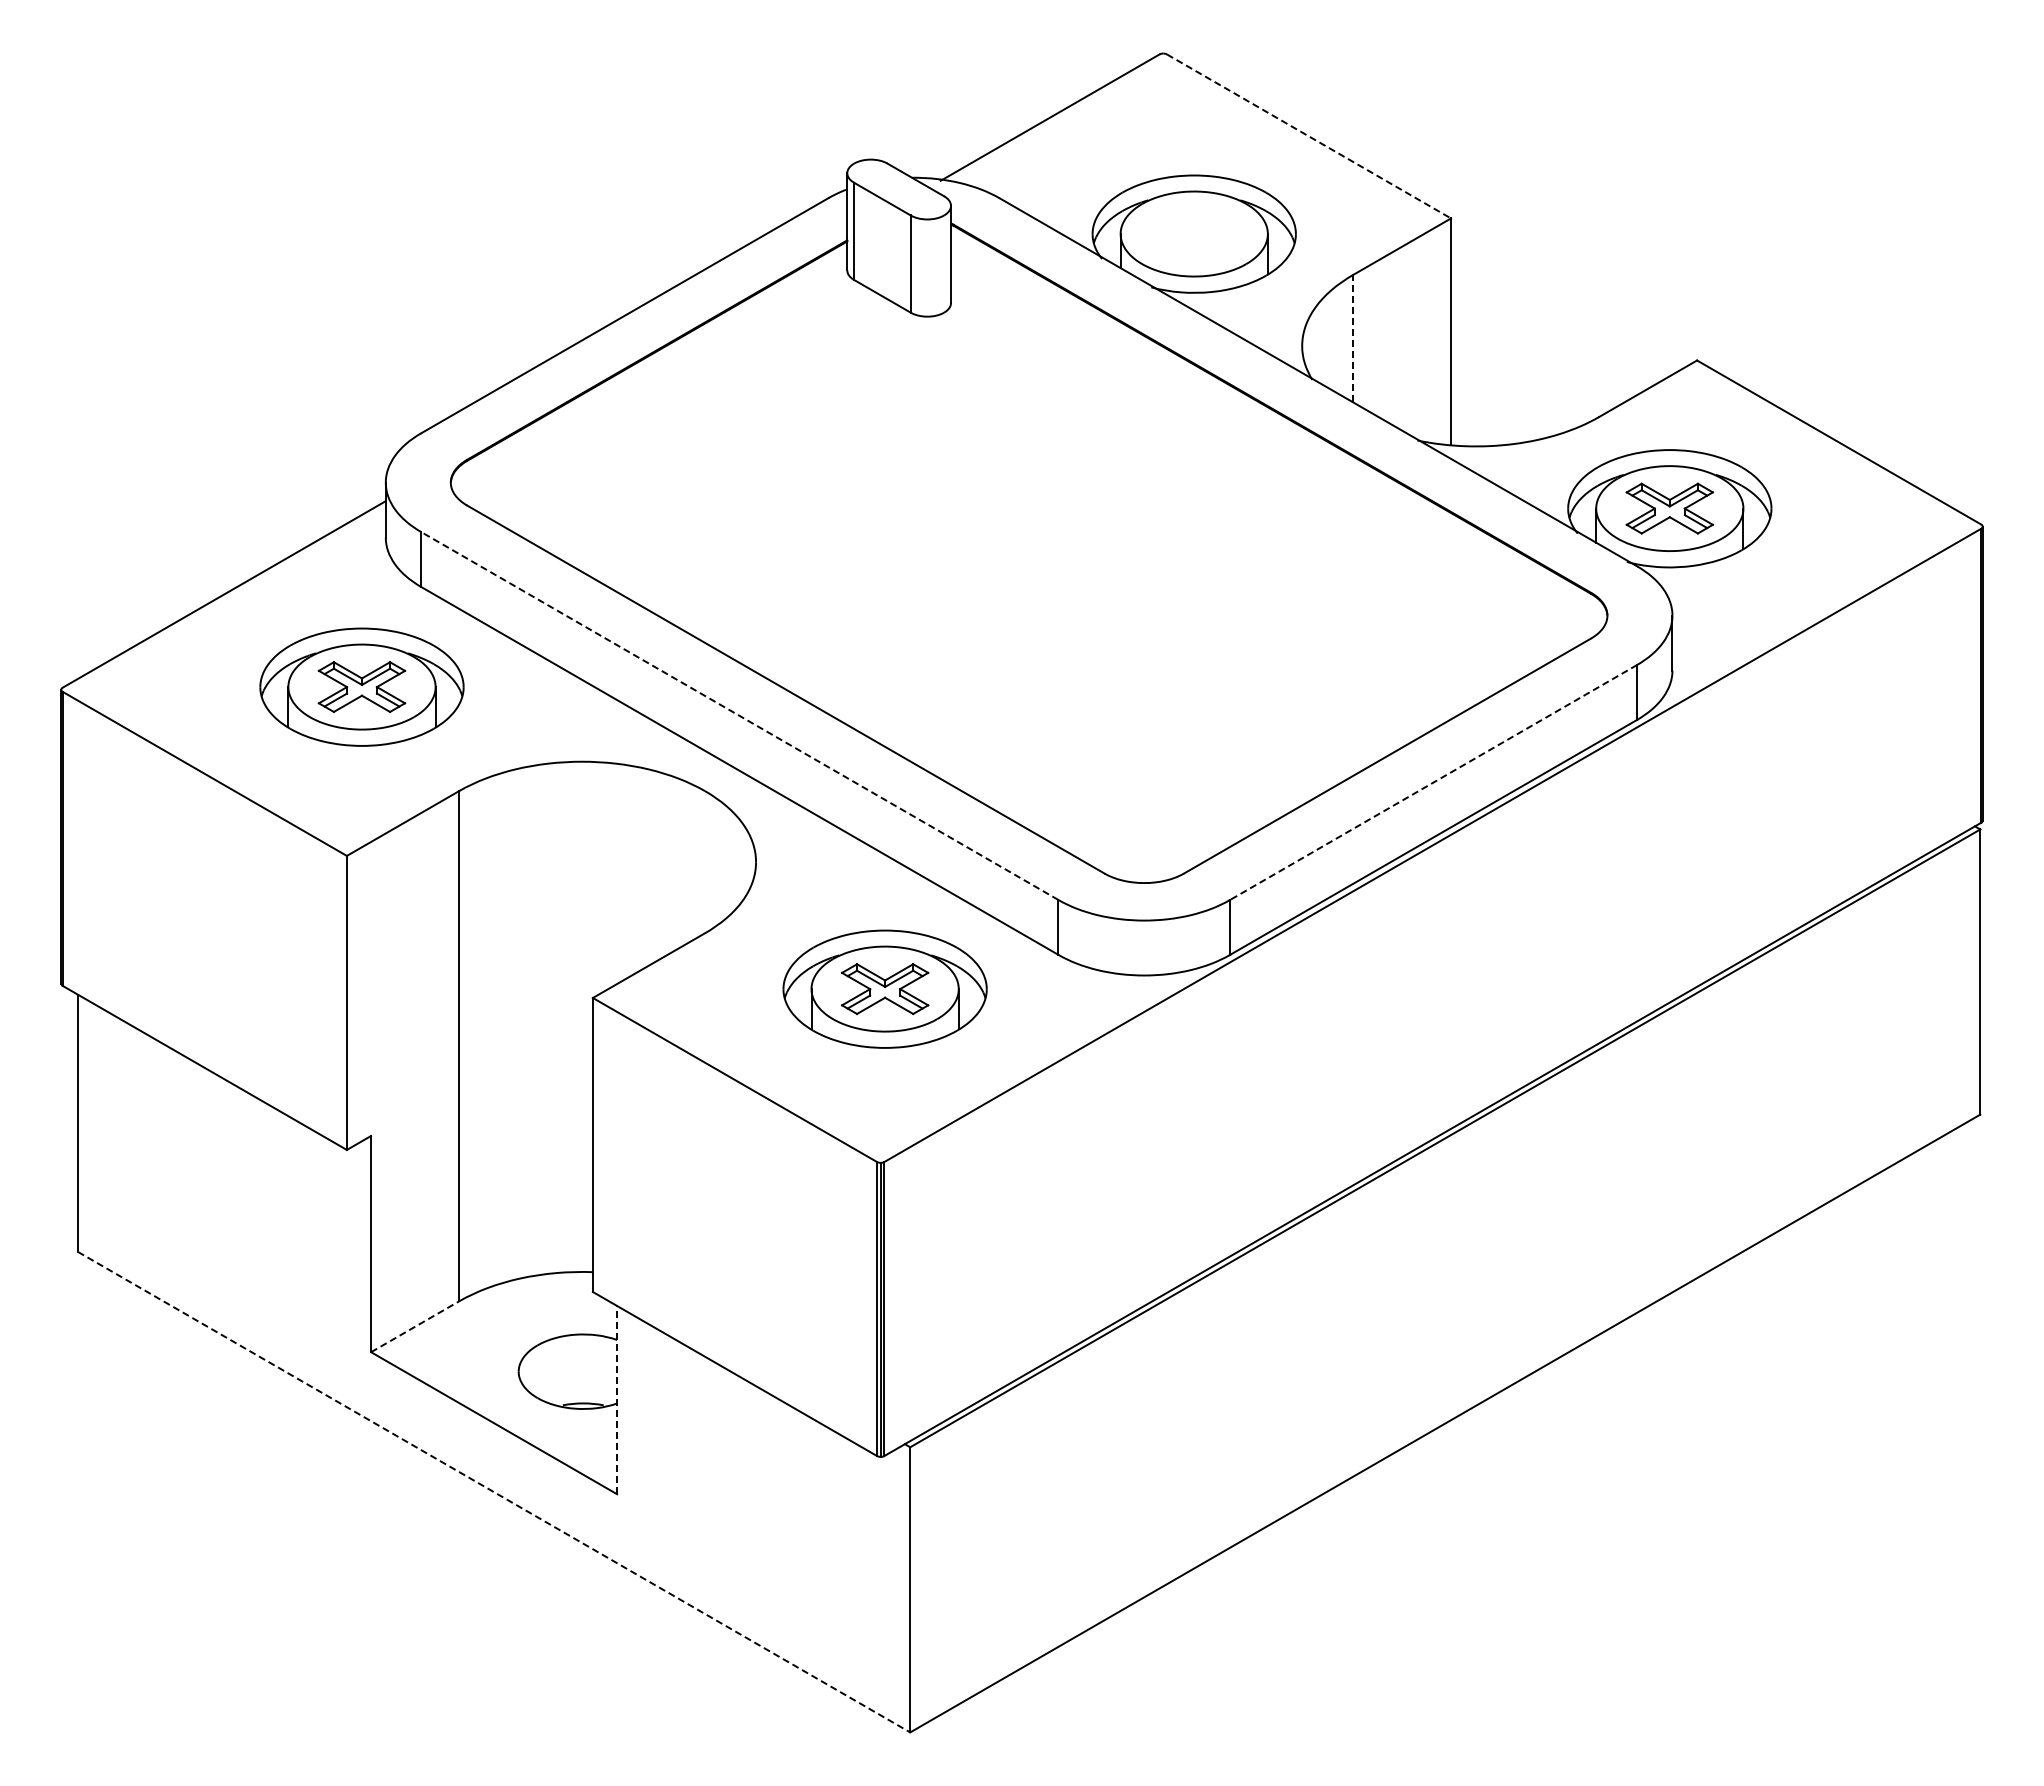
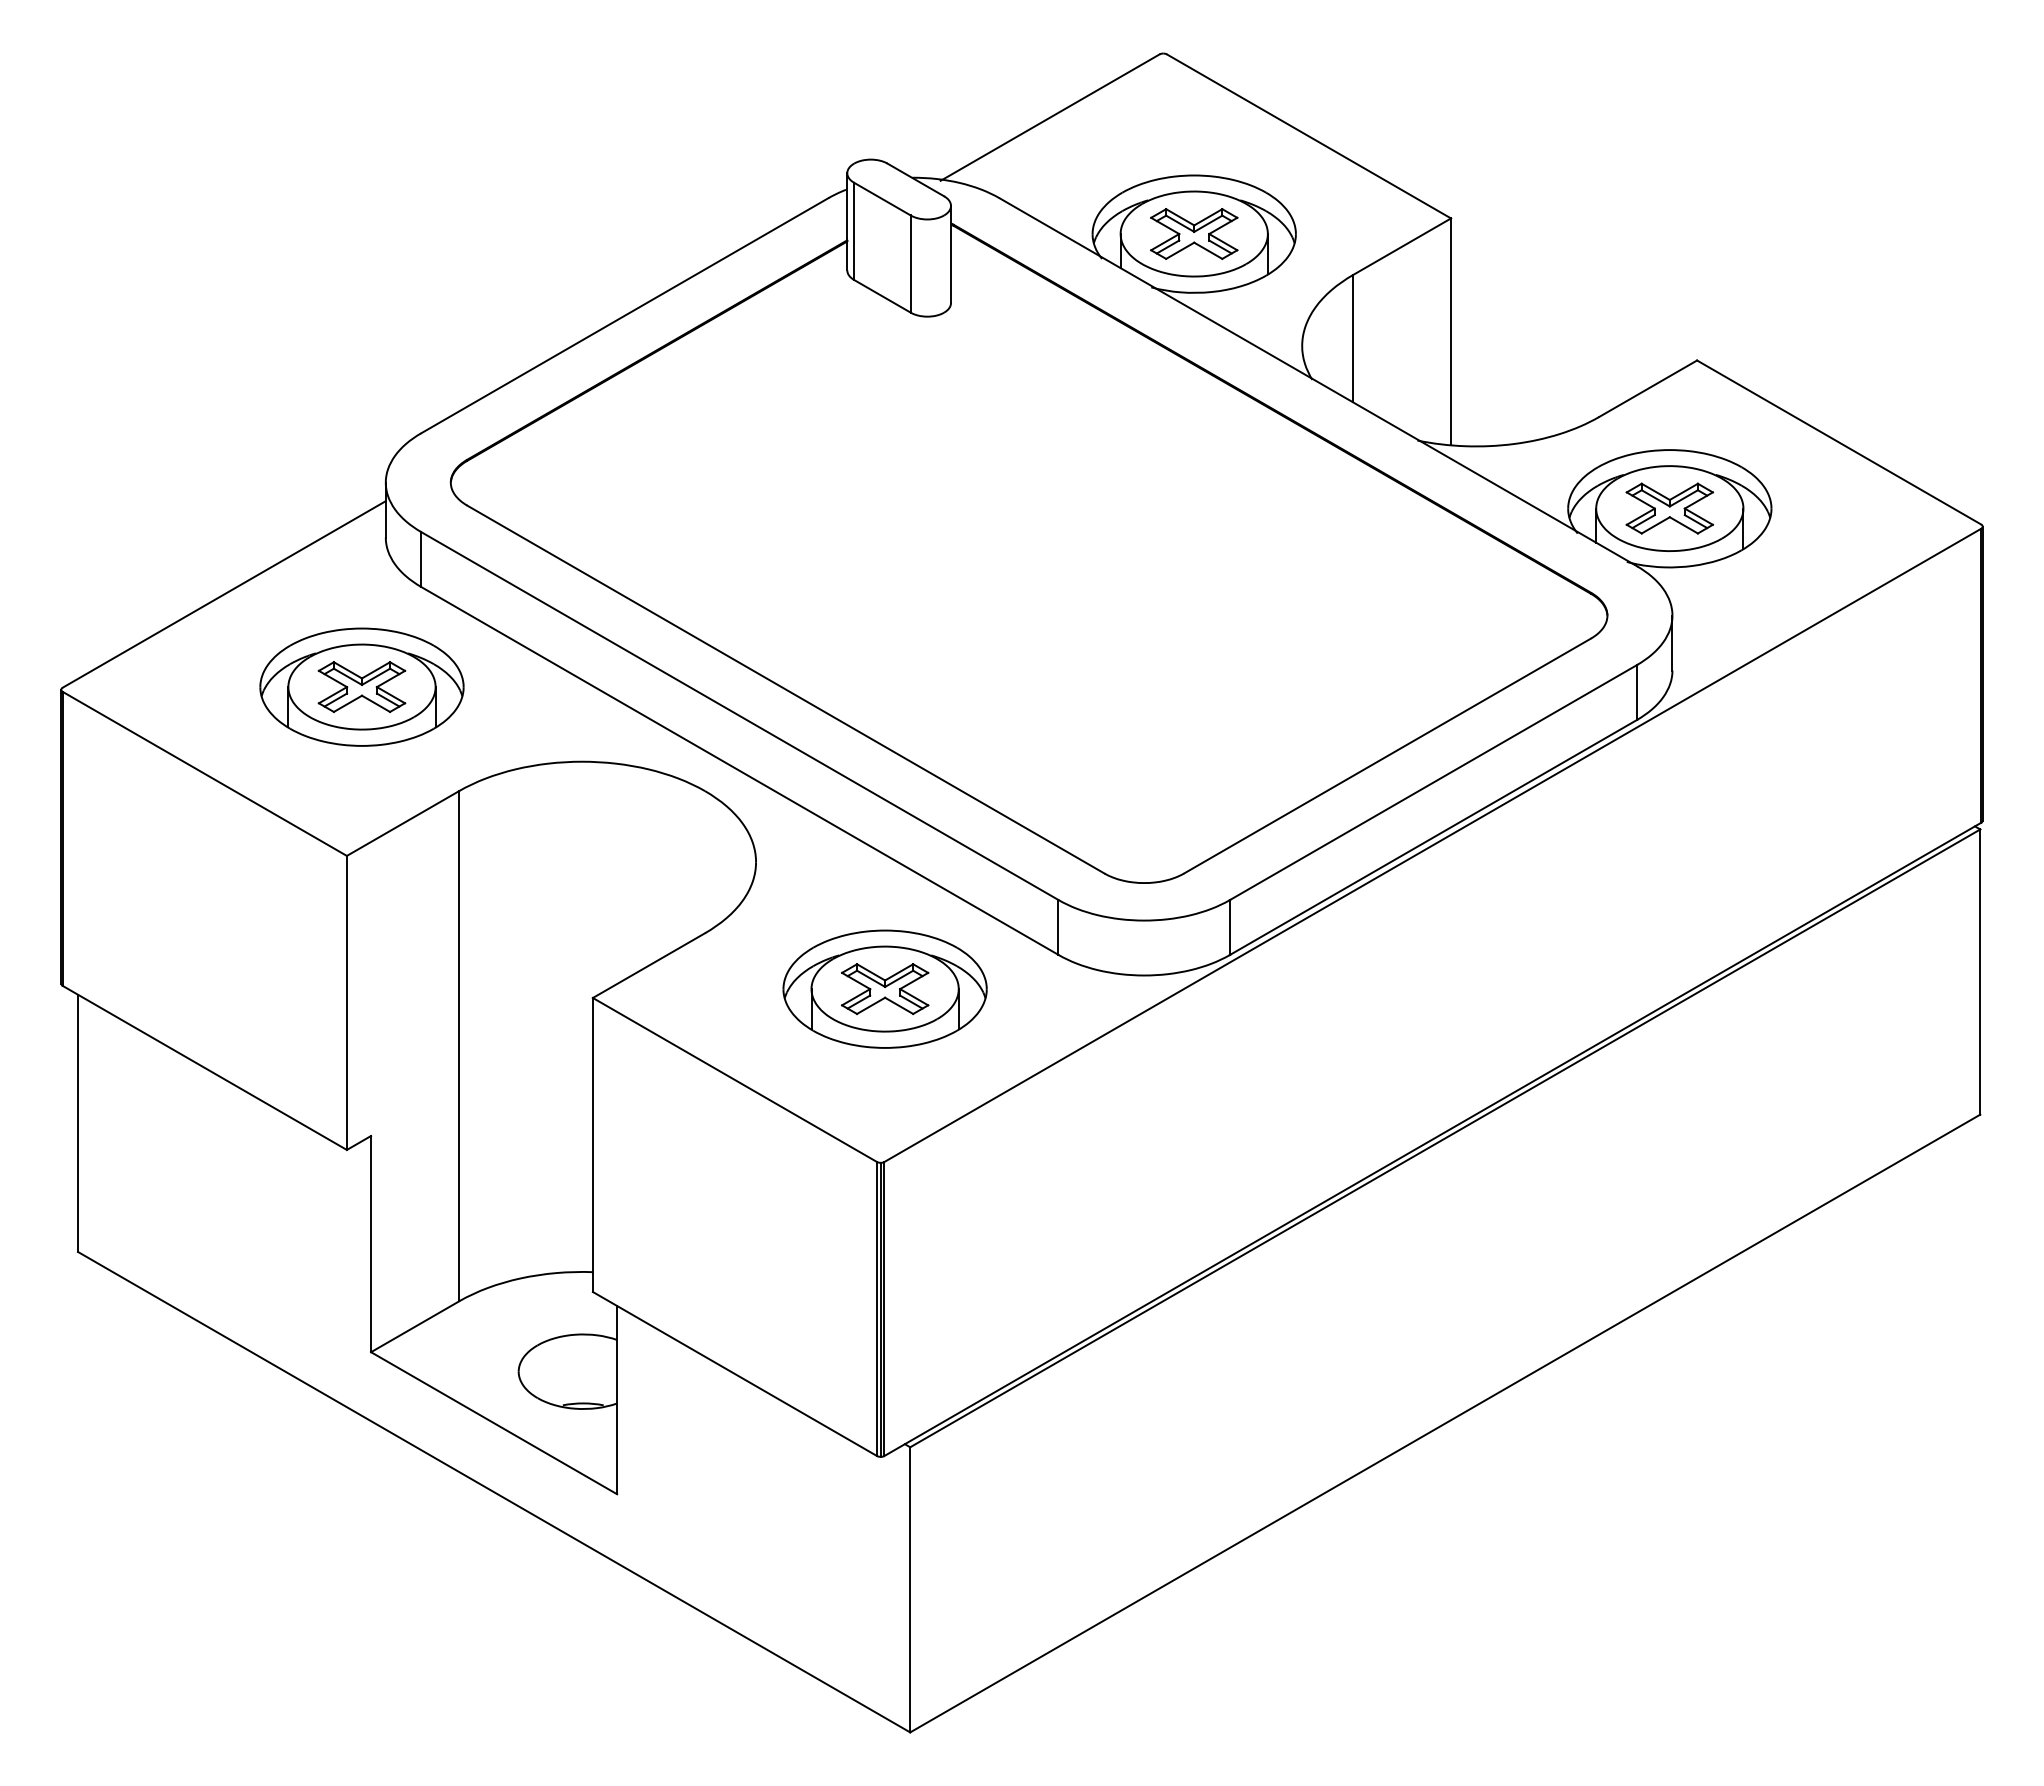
line at (1309, 136): dashed -> solid
part at (1194, 233): none -> present
line at (1353, 338): dashed -> solid
line at (739, 715): dashed -> solid
line at (1433, 782): dashed -> solid
line at (415, 1326): dashed -> solid
line at (617, 1399): dashed -> solid
line at (494, 1492): dashed -> solid
